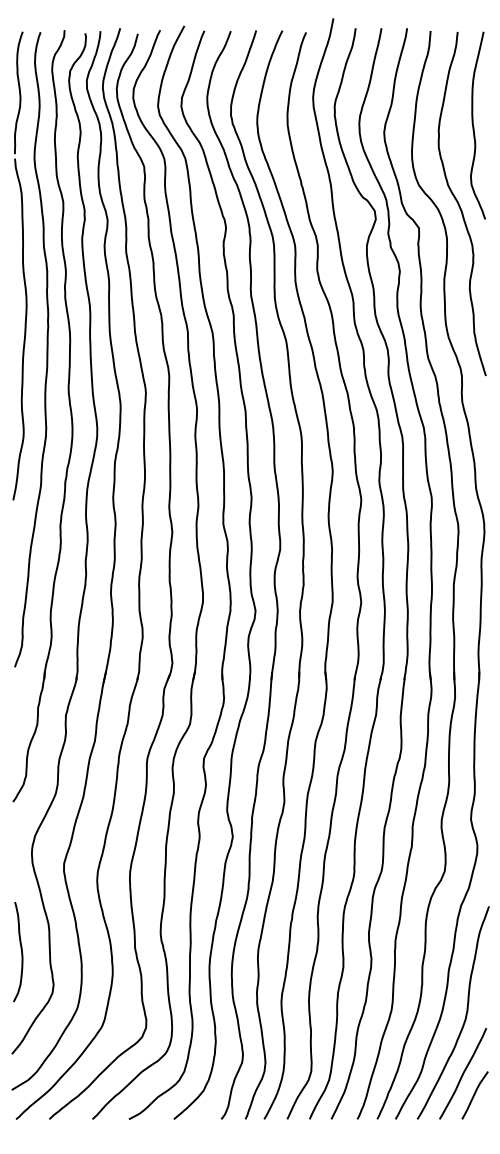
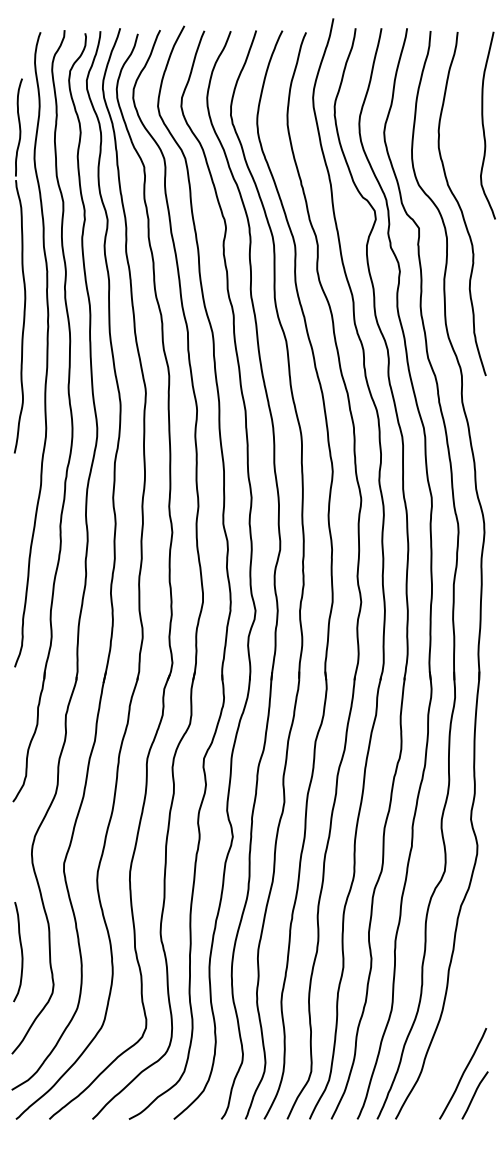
curve at (474, 126) position: (474, 126) -> (484, 126)
part at (19, 265) size: 16x470 px -> 14x376 px
curve at (465, 1013): present -> none
